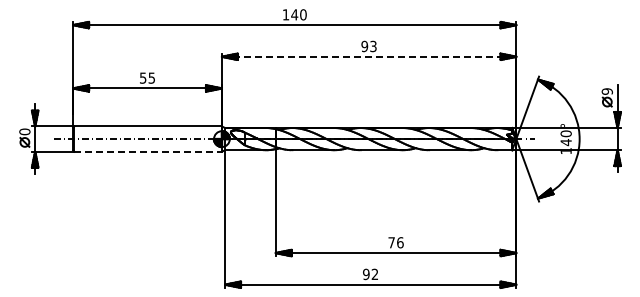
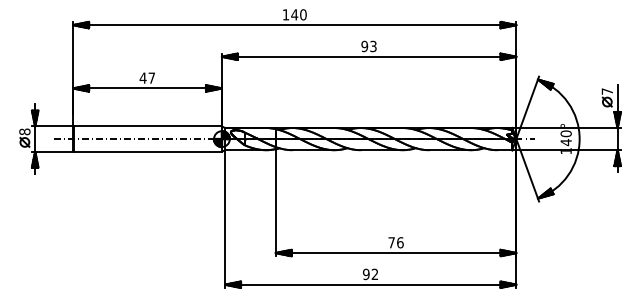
line at (369, 56): dashed -> solid
text at (146, 77): 55 -> 47
text at (606, 91): 9 -> 7
text at (24, 131): 0 -> 8
line at (148, 151): dashed -> solid
